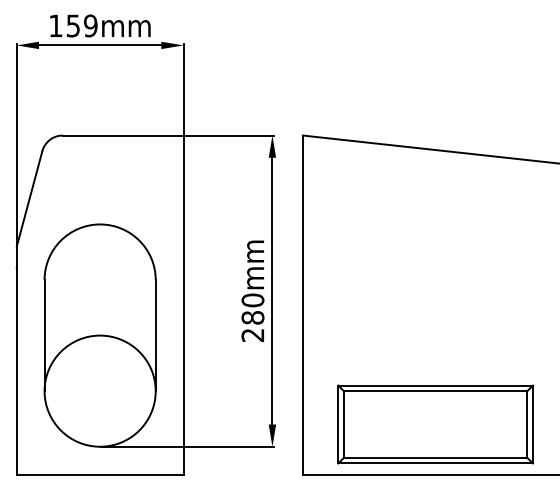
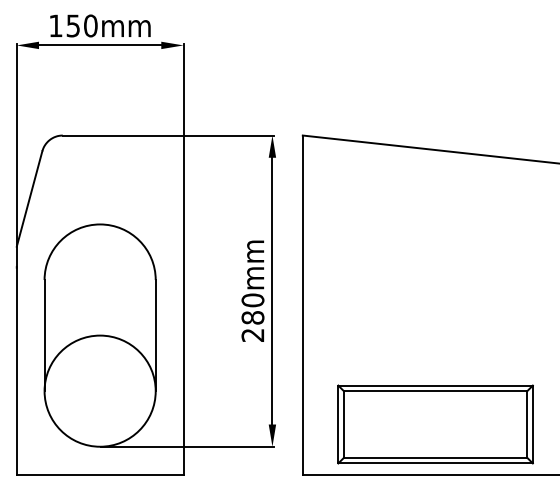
text at (90, 25): 159mm -> 150mm
